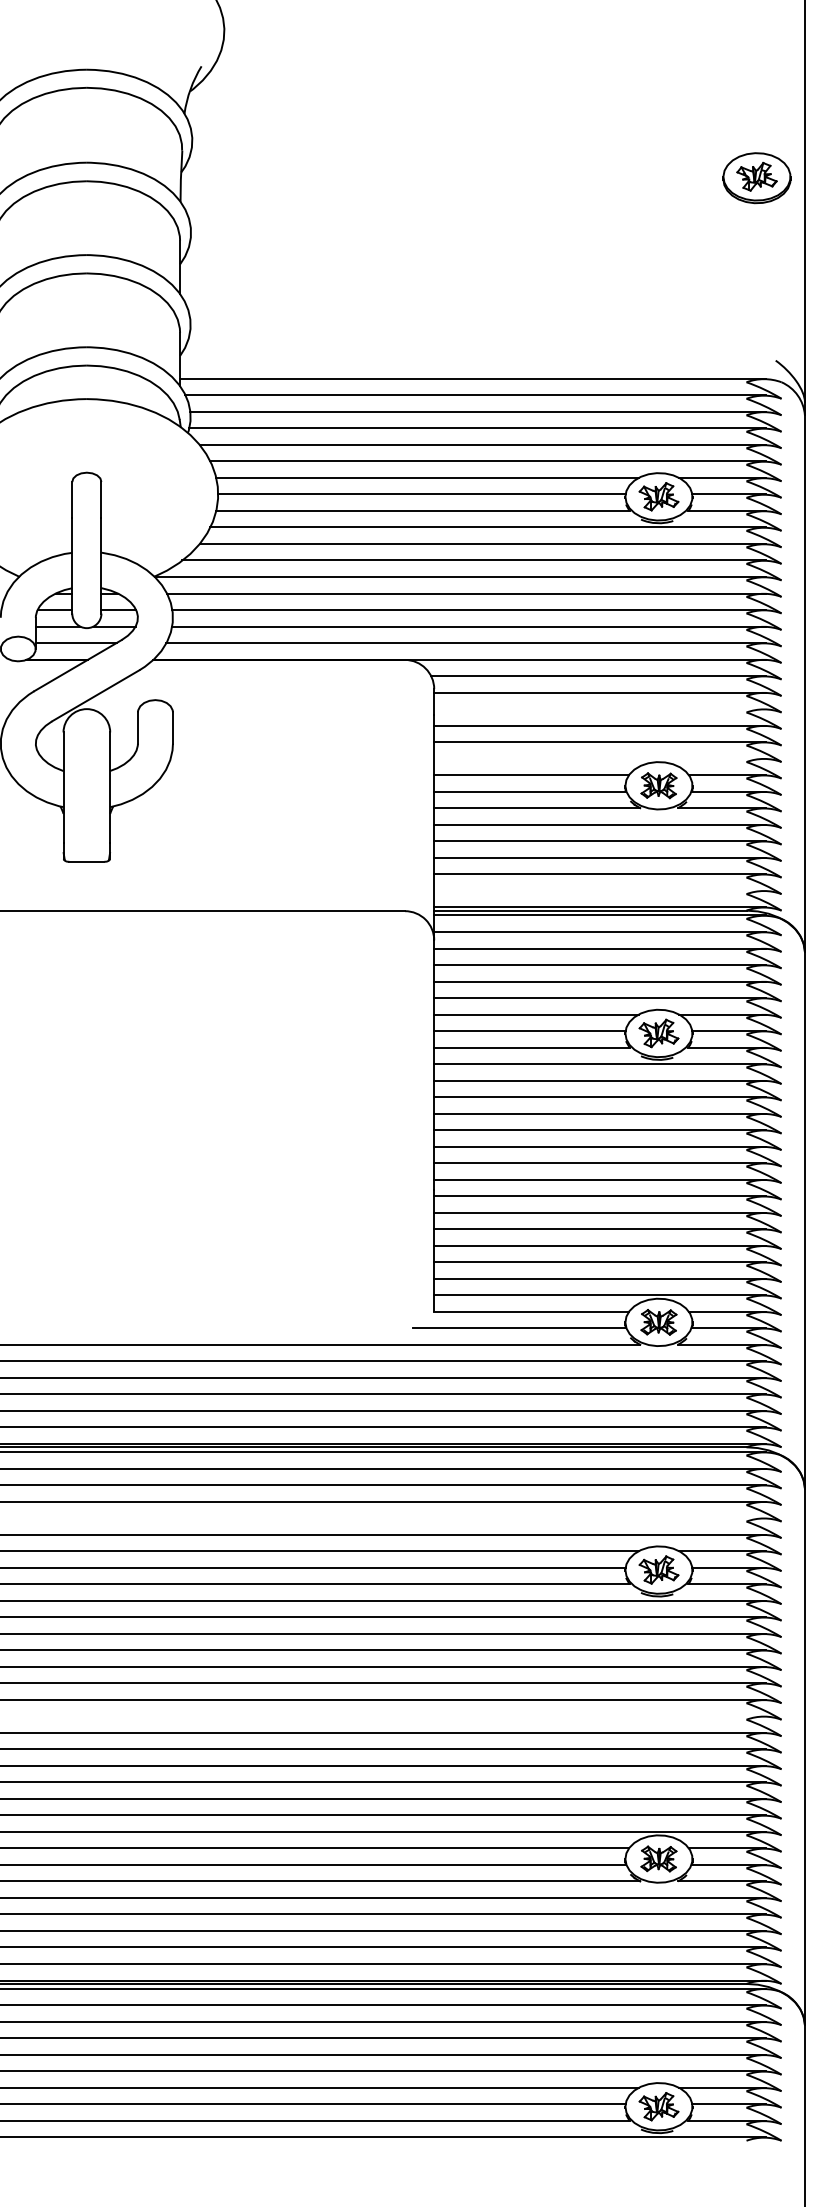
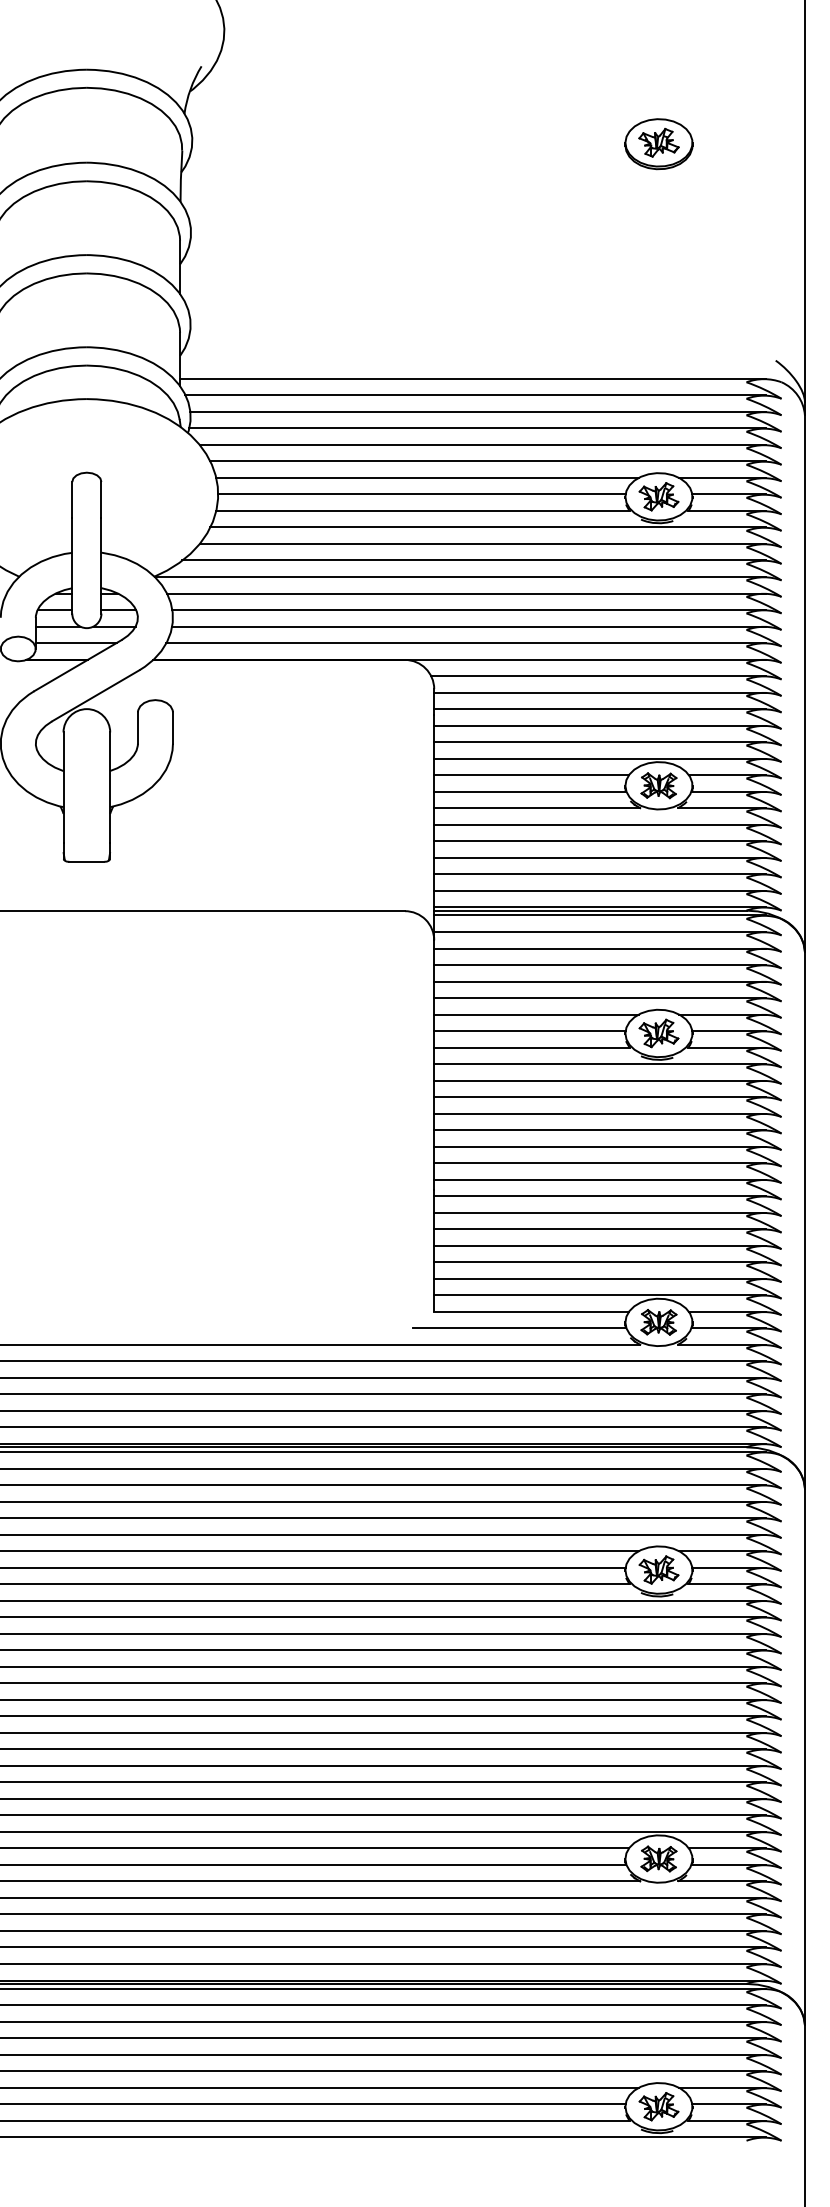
part at (756, 178) position: (756, 178) -> (658, 144)
line at (599, 709): none -> present
line at (599, 758): none -> present
line at (599, 890): none -> present
line at (383, 1518): none -> present
line at (383, 1716): none -> present
